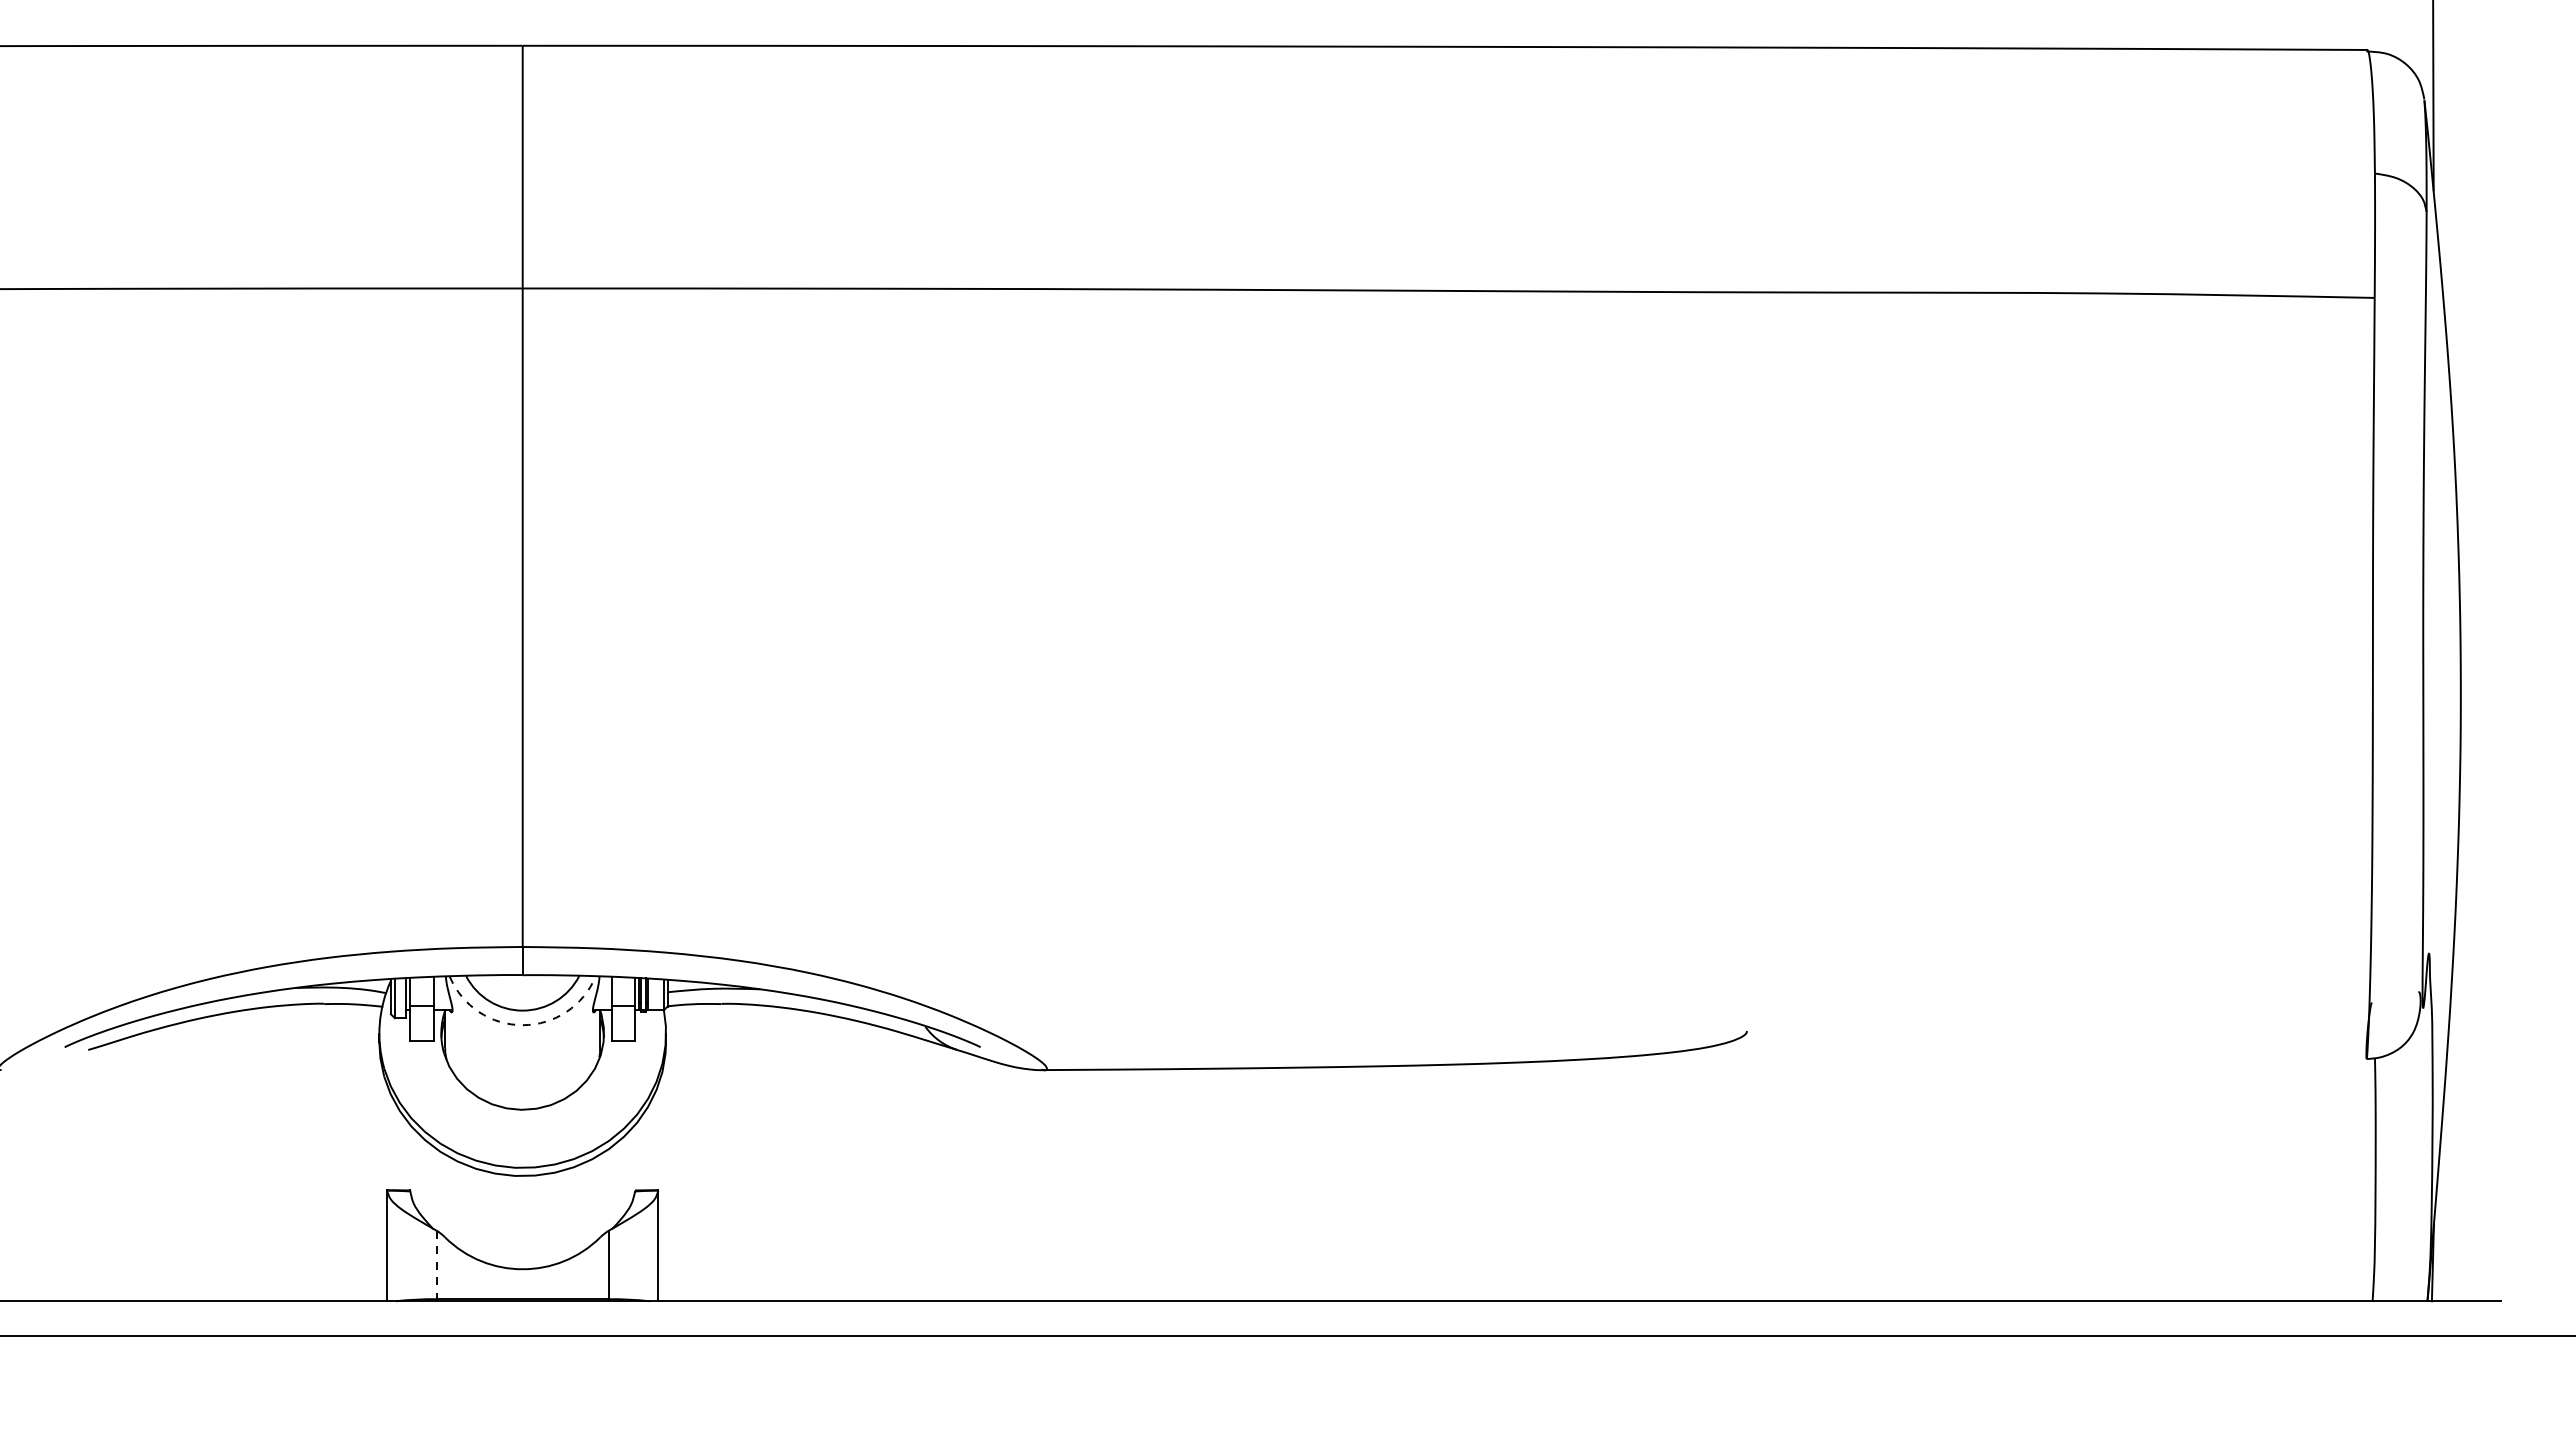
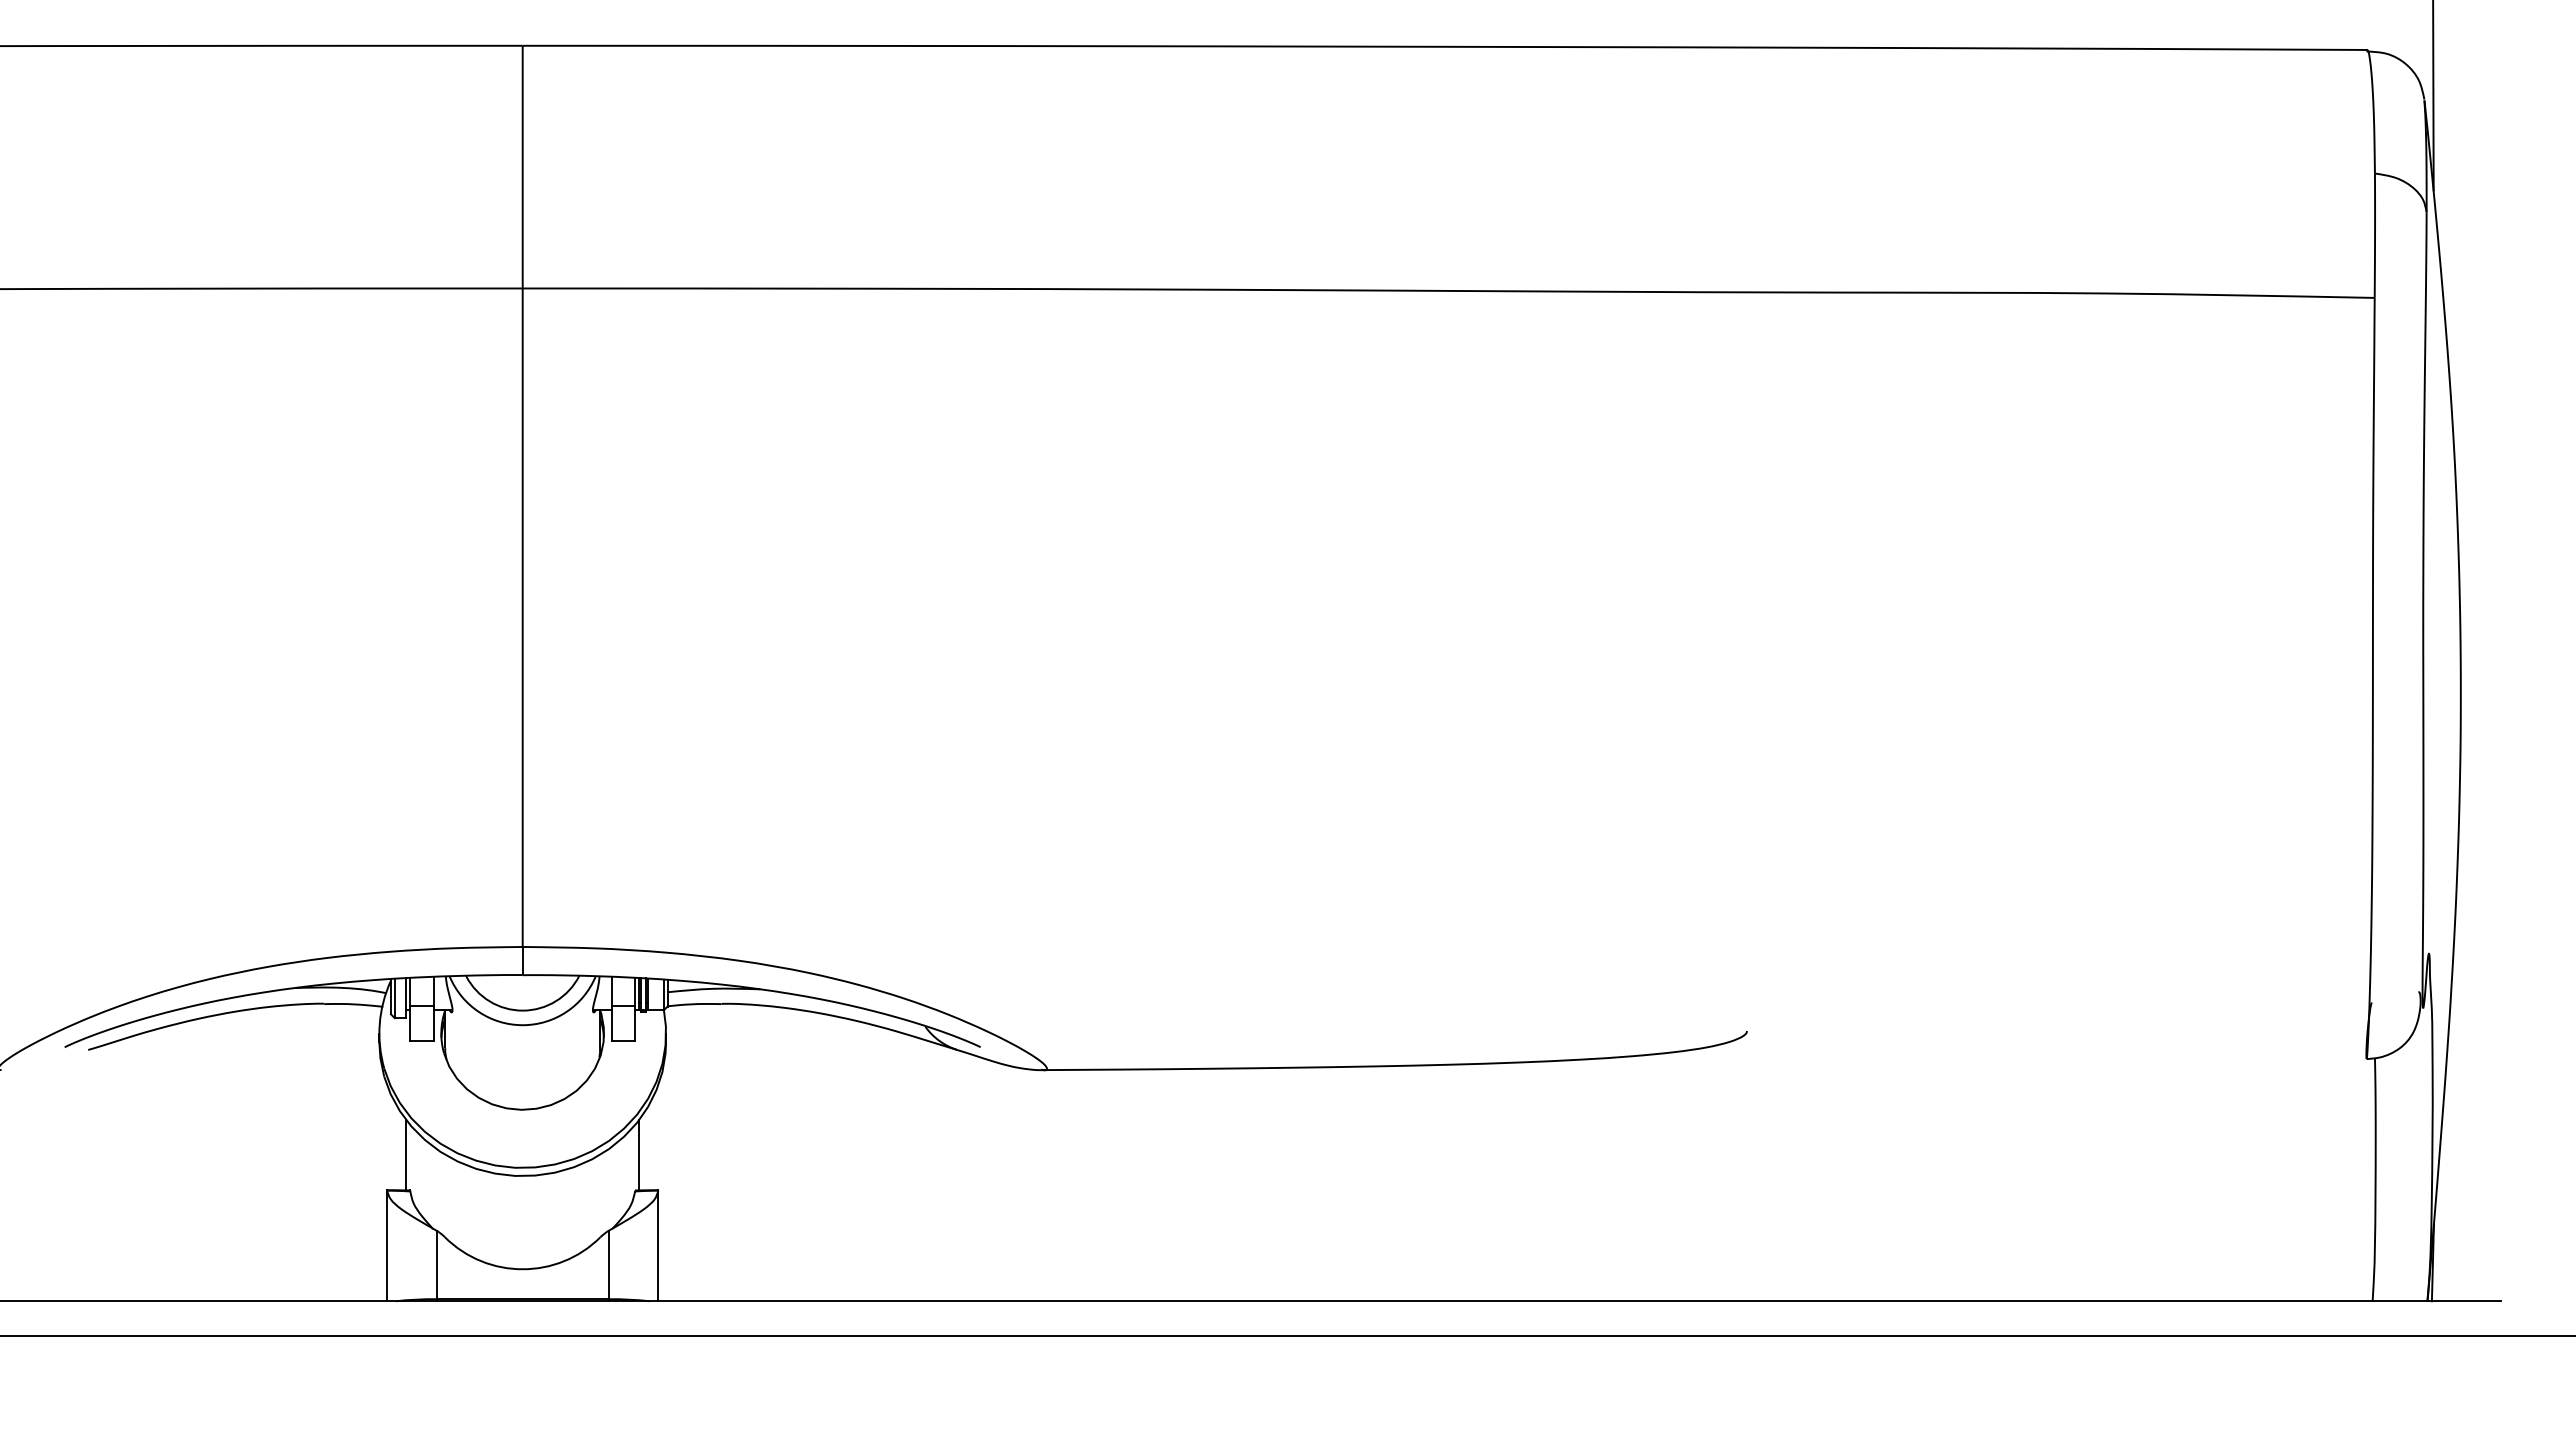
arc at (522, 1025): dashed -> solid
line at (406, 1155): none -> present
line at (638, 1155): none -> present
line at (436, 1265): dashed -> solid
